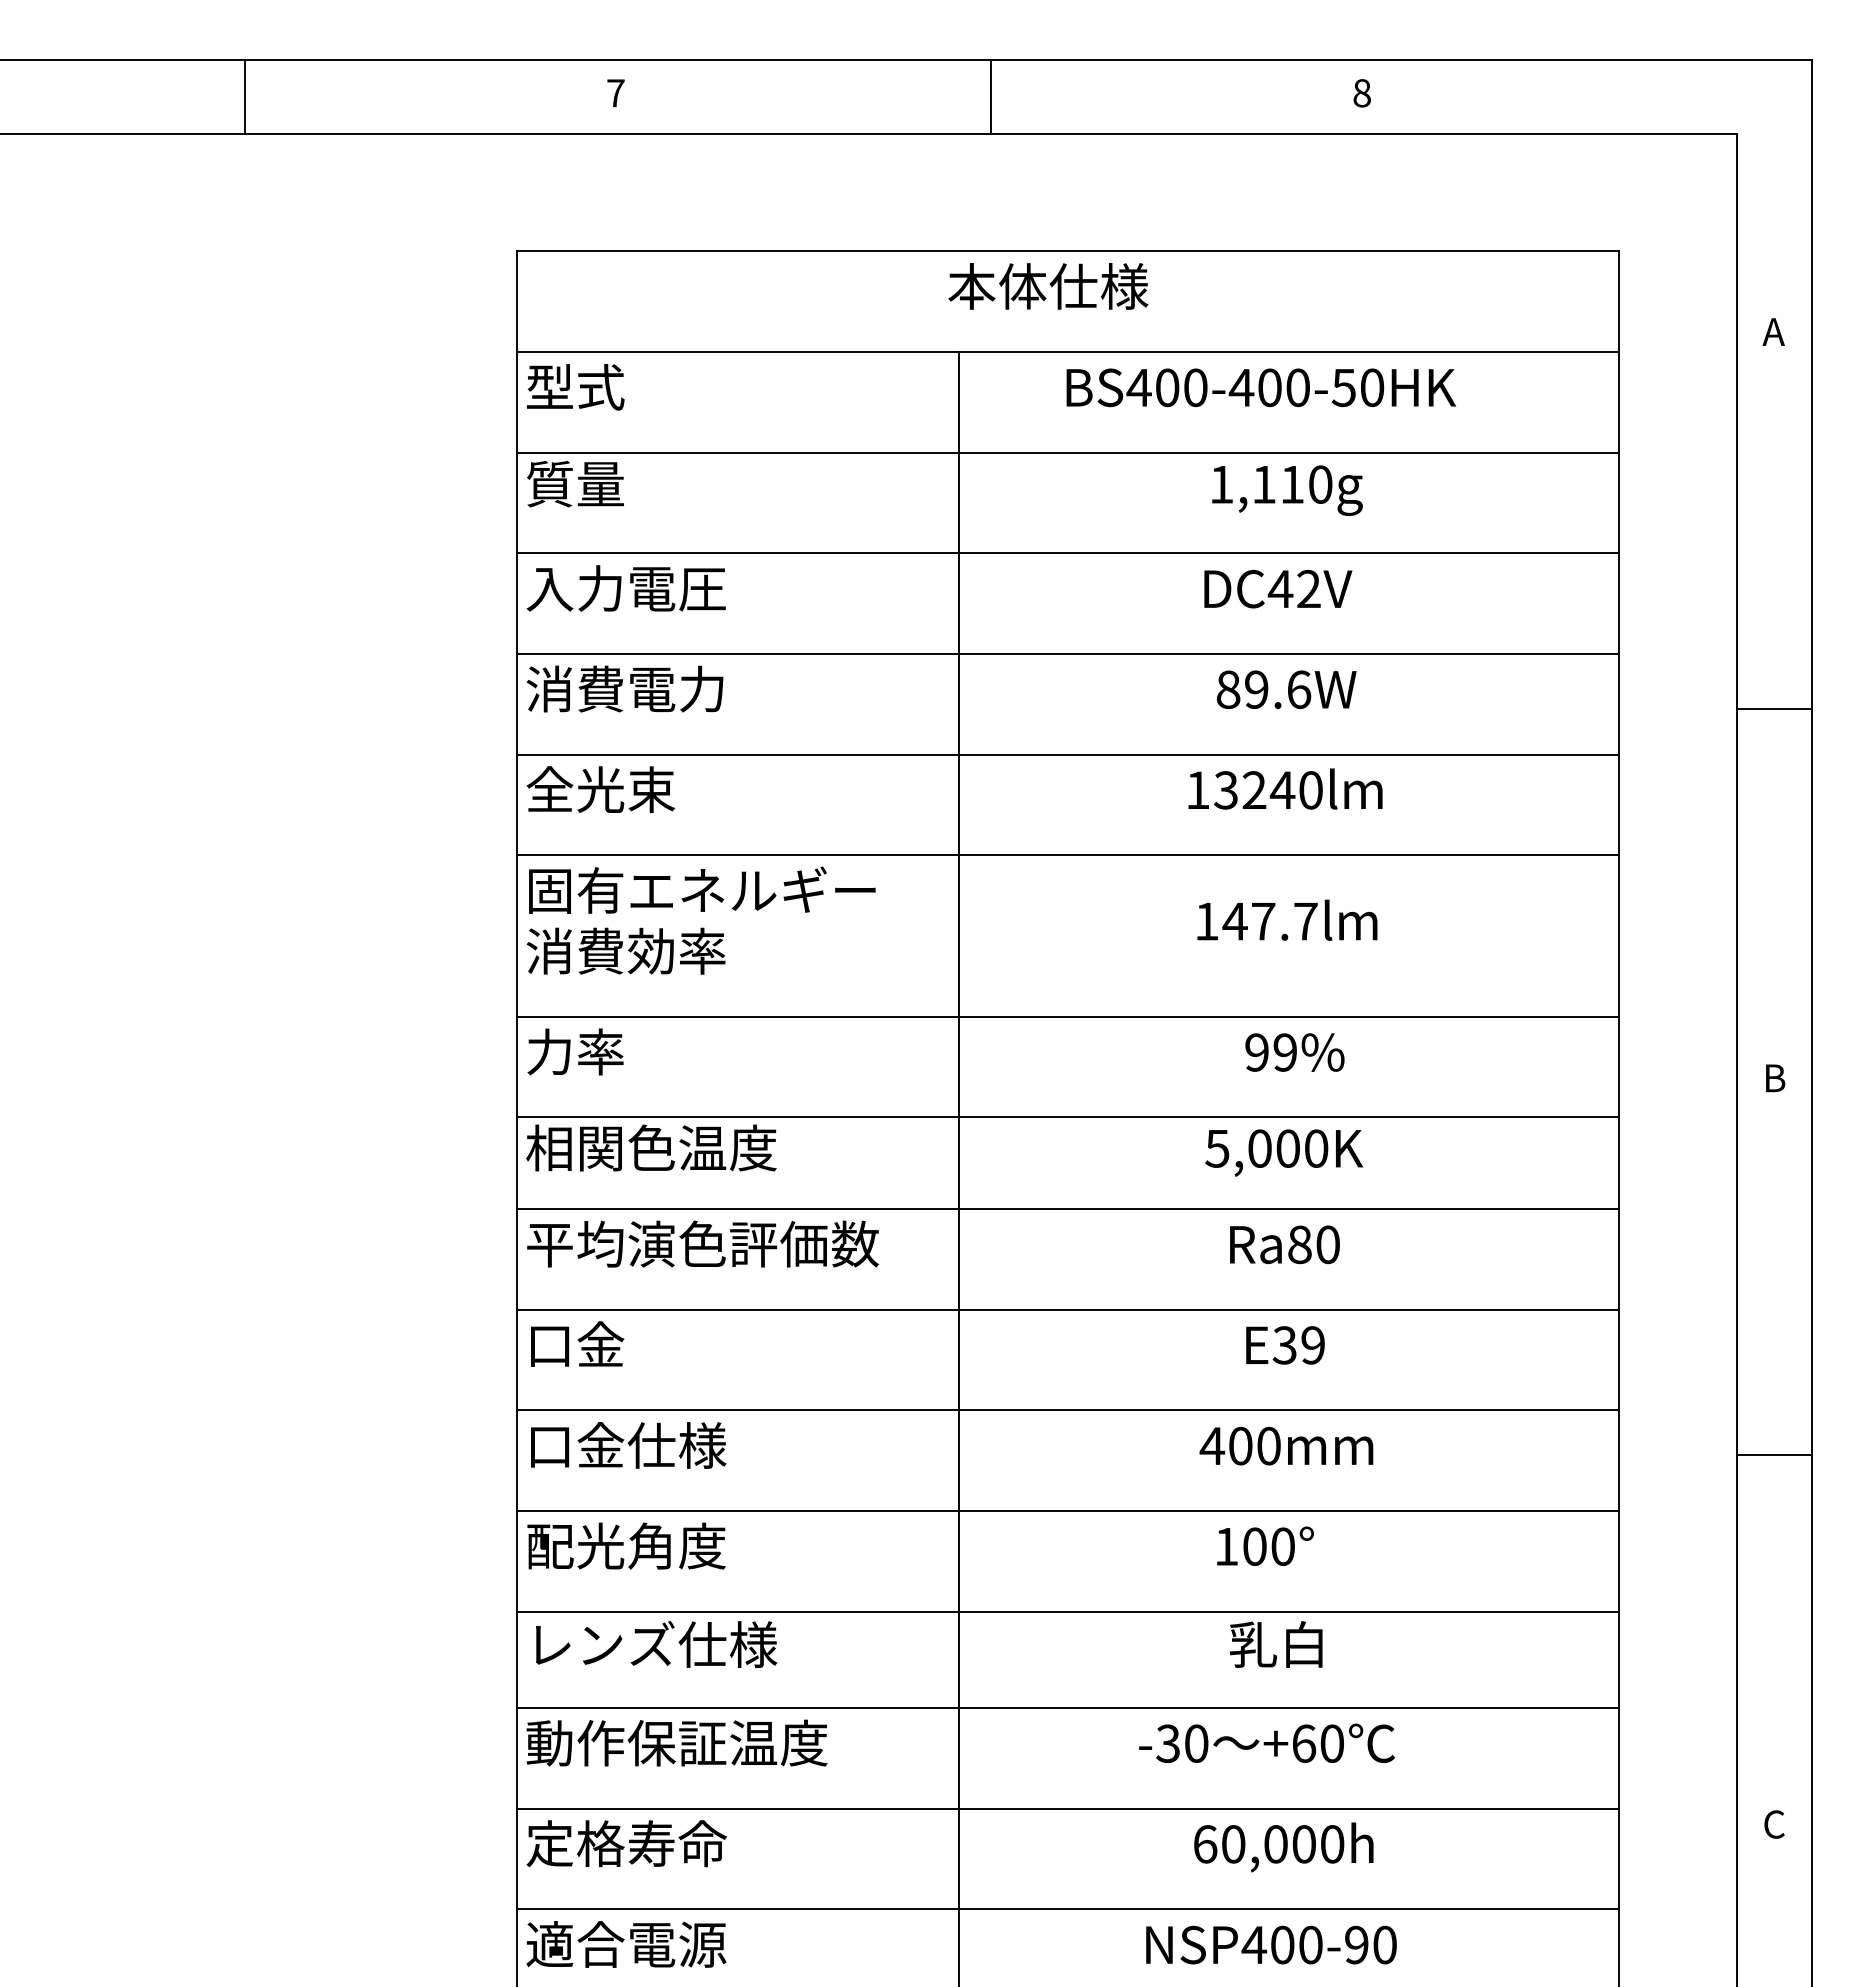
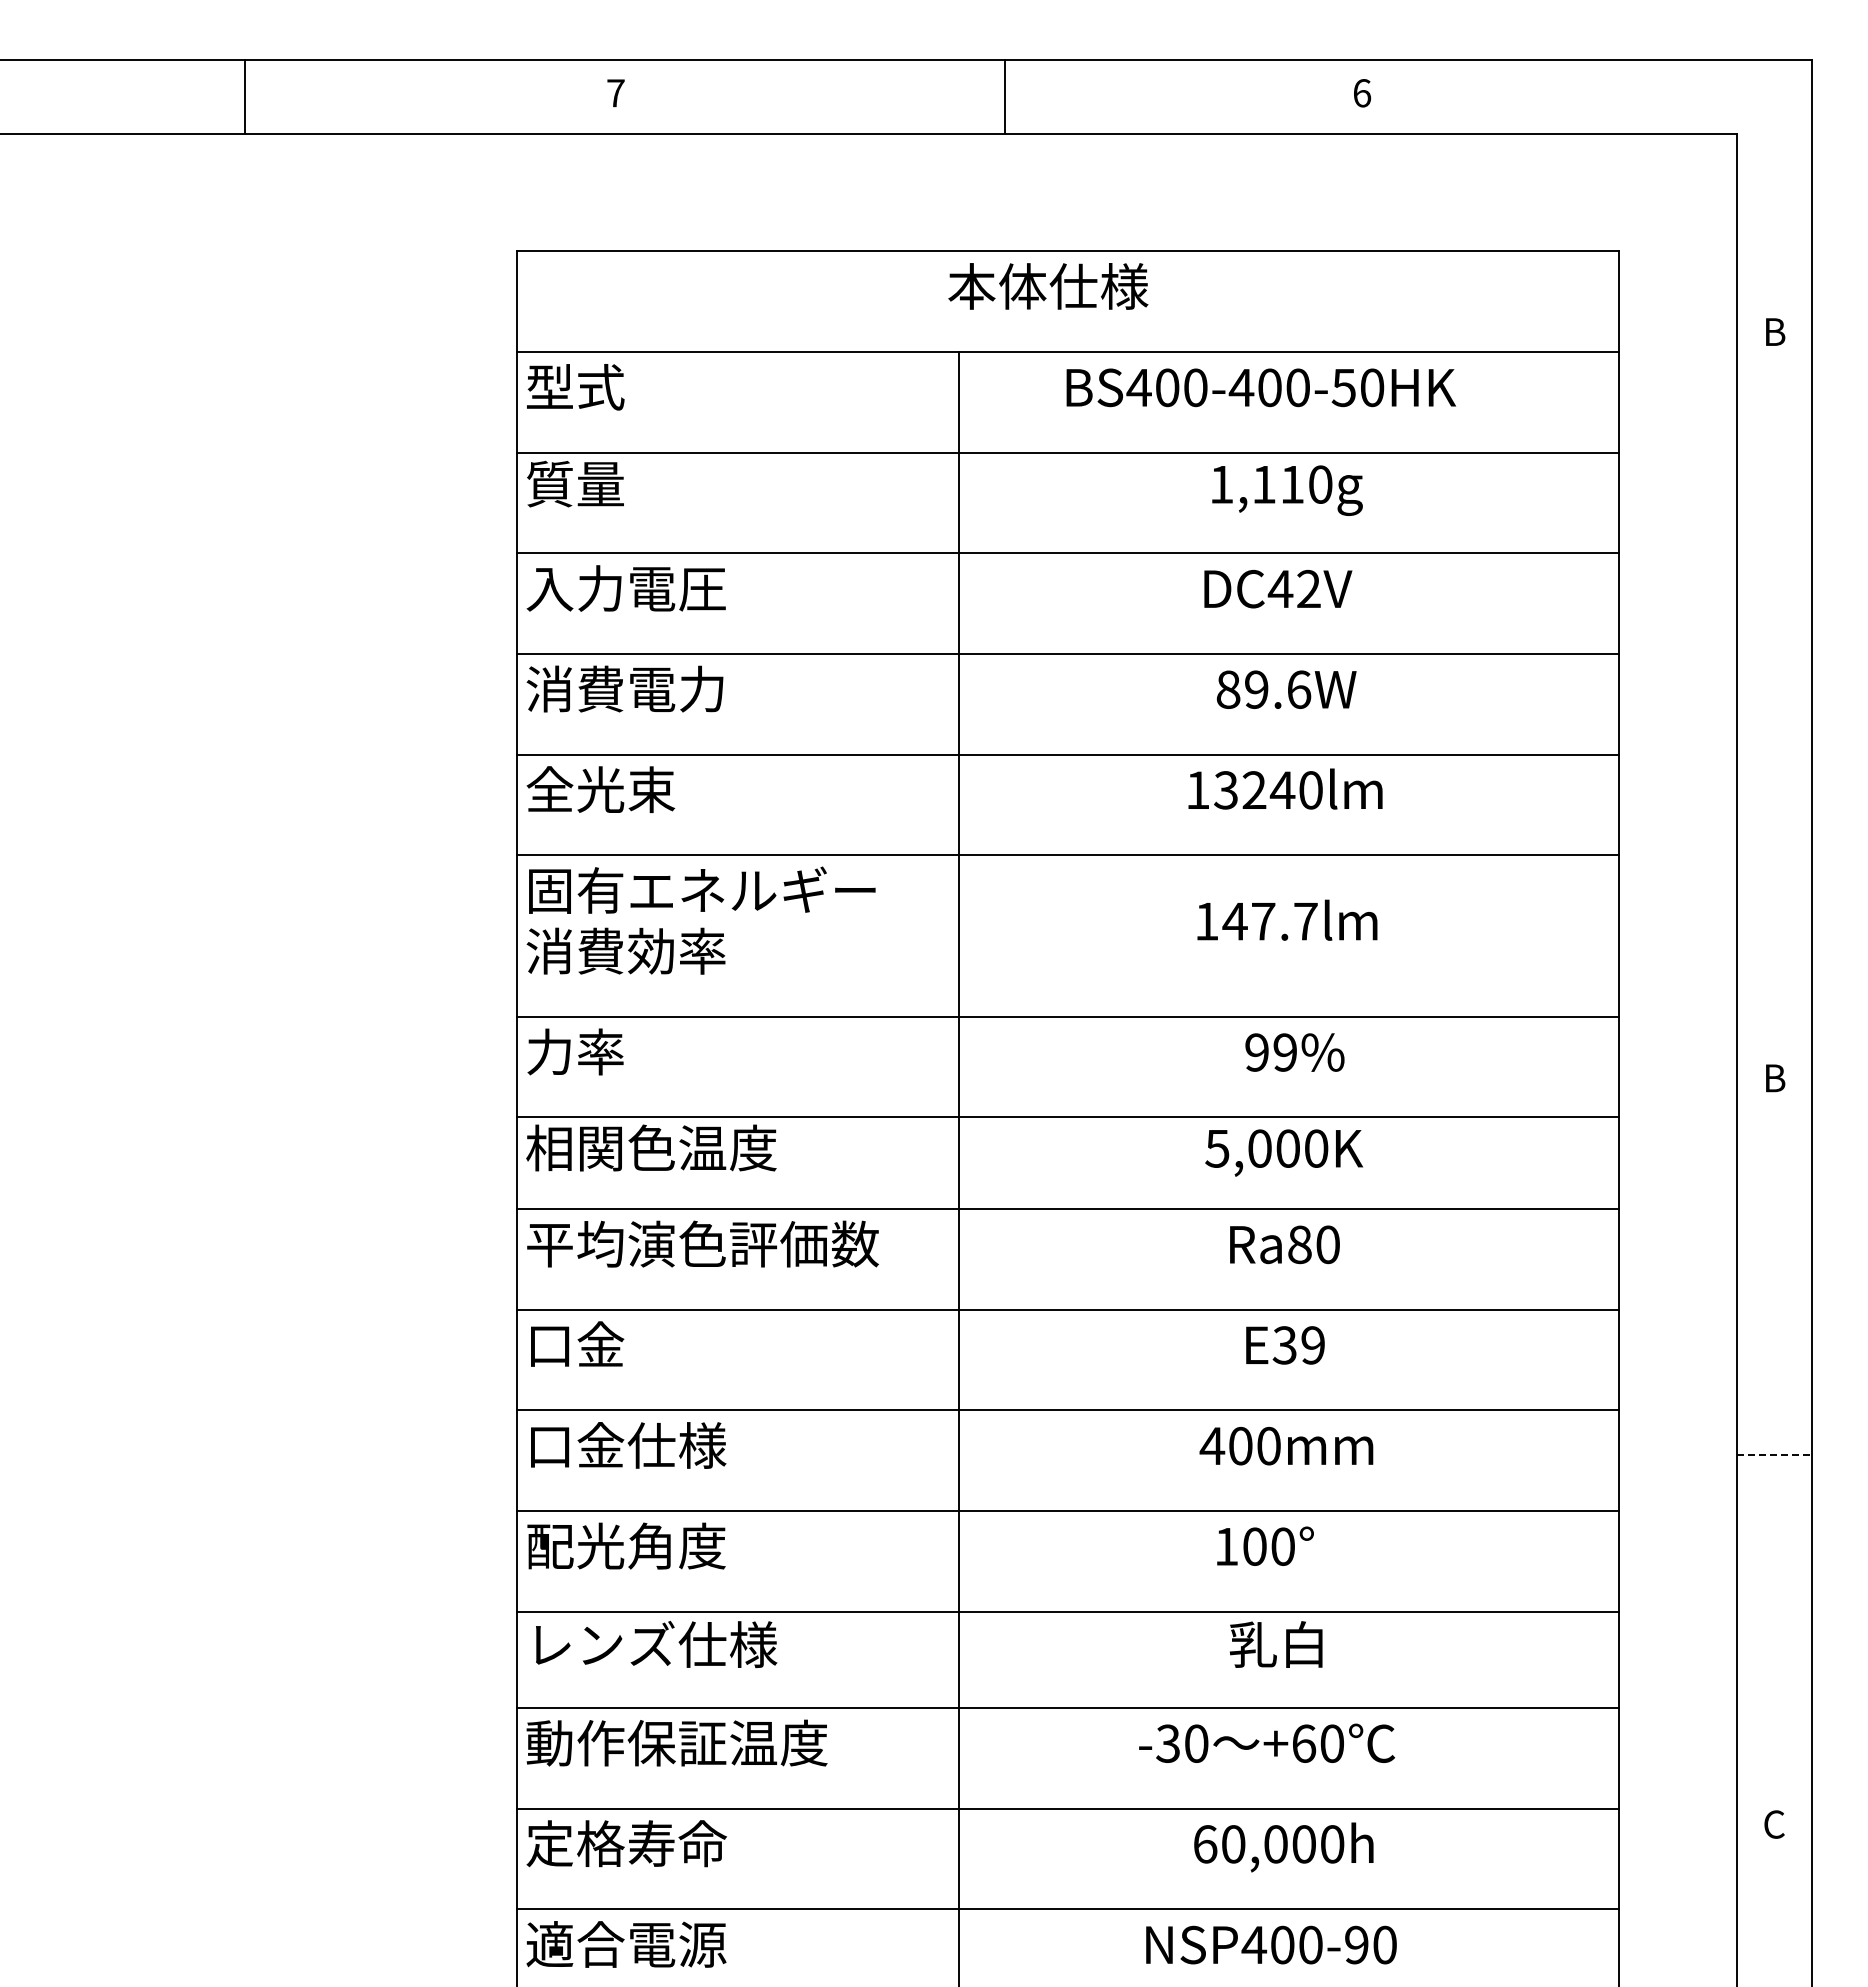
text at (1362, 93): 8 -> 6
line at (991, 96) position: (991, 96) -> (1005, 96)
text at (1773, 331): A -> B
line at (1774, 708): present -> none
line at (1775, 1455): solid -> dashed
